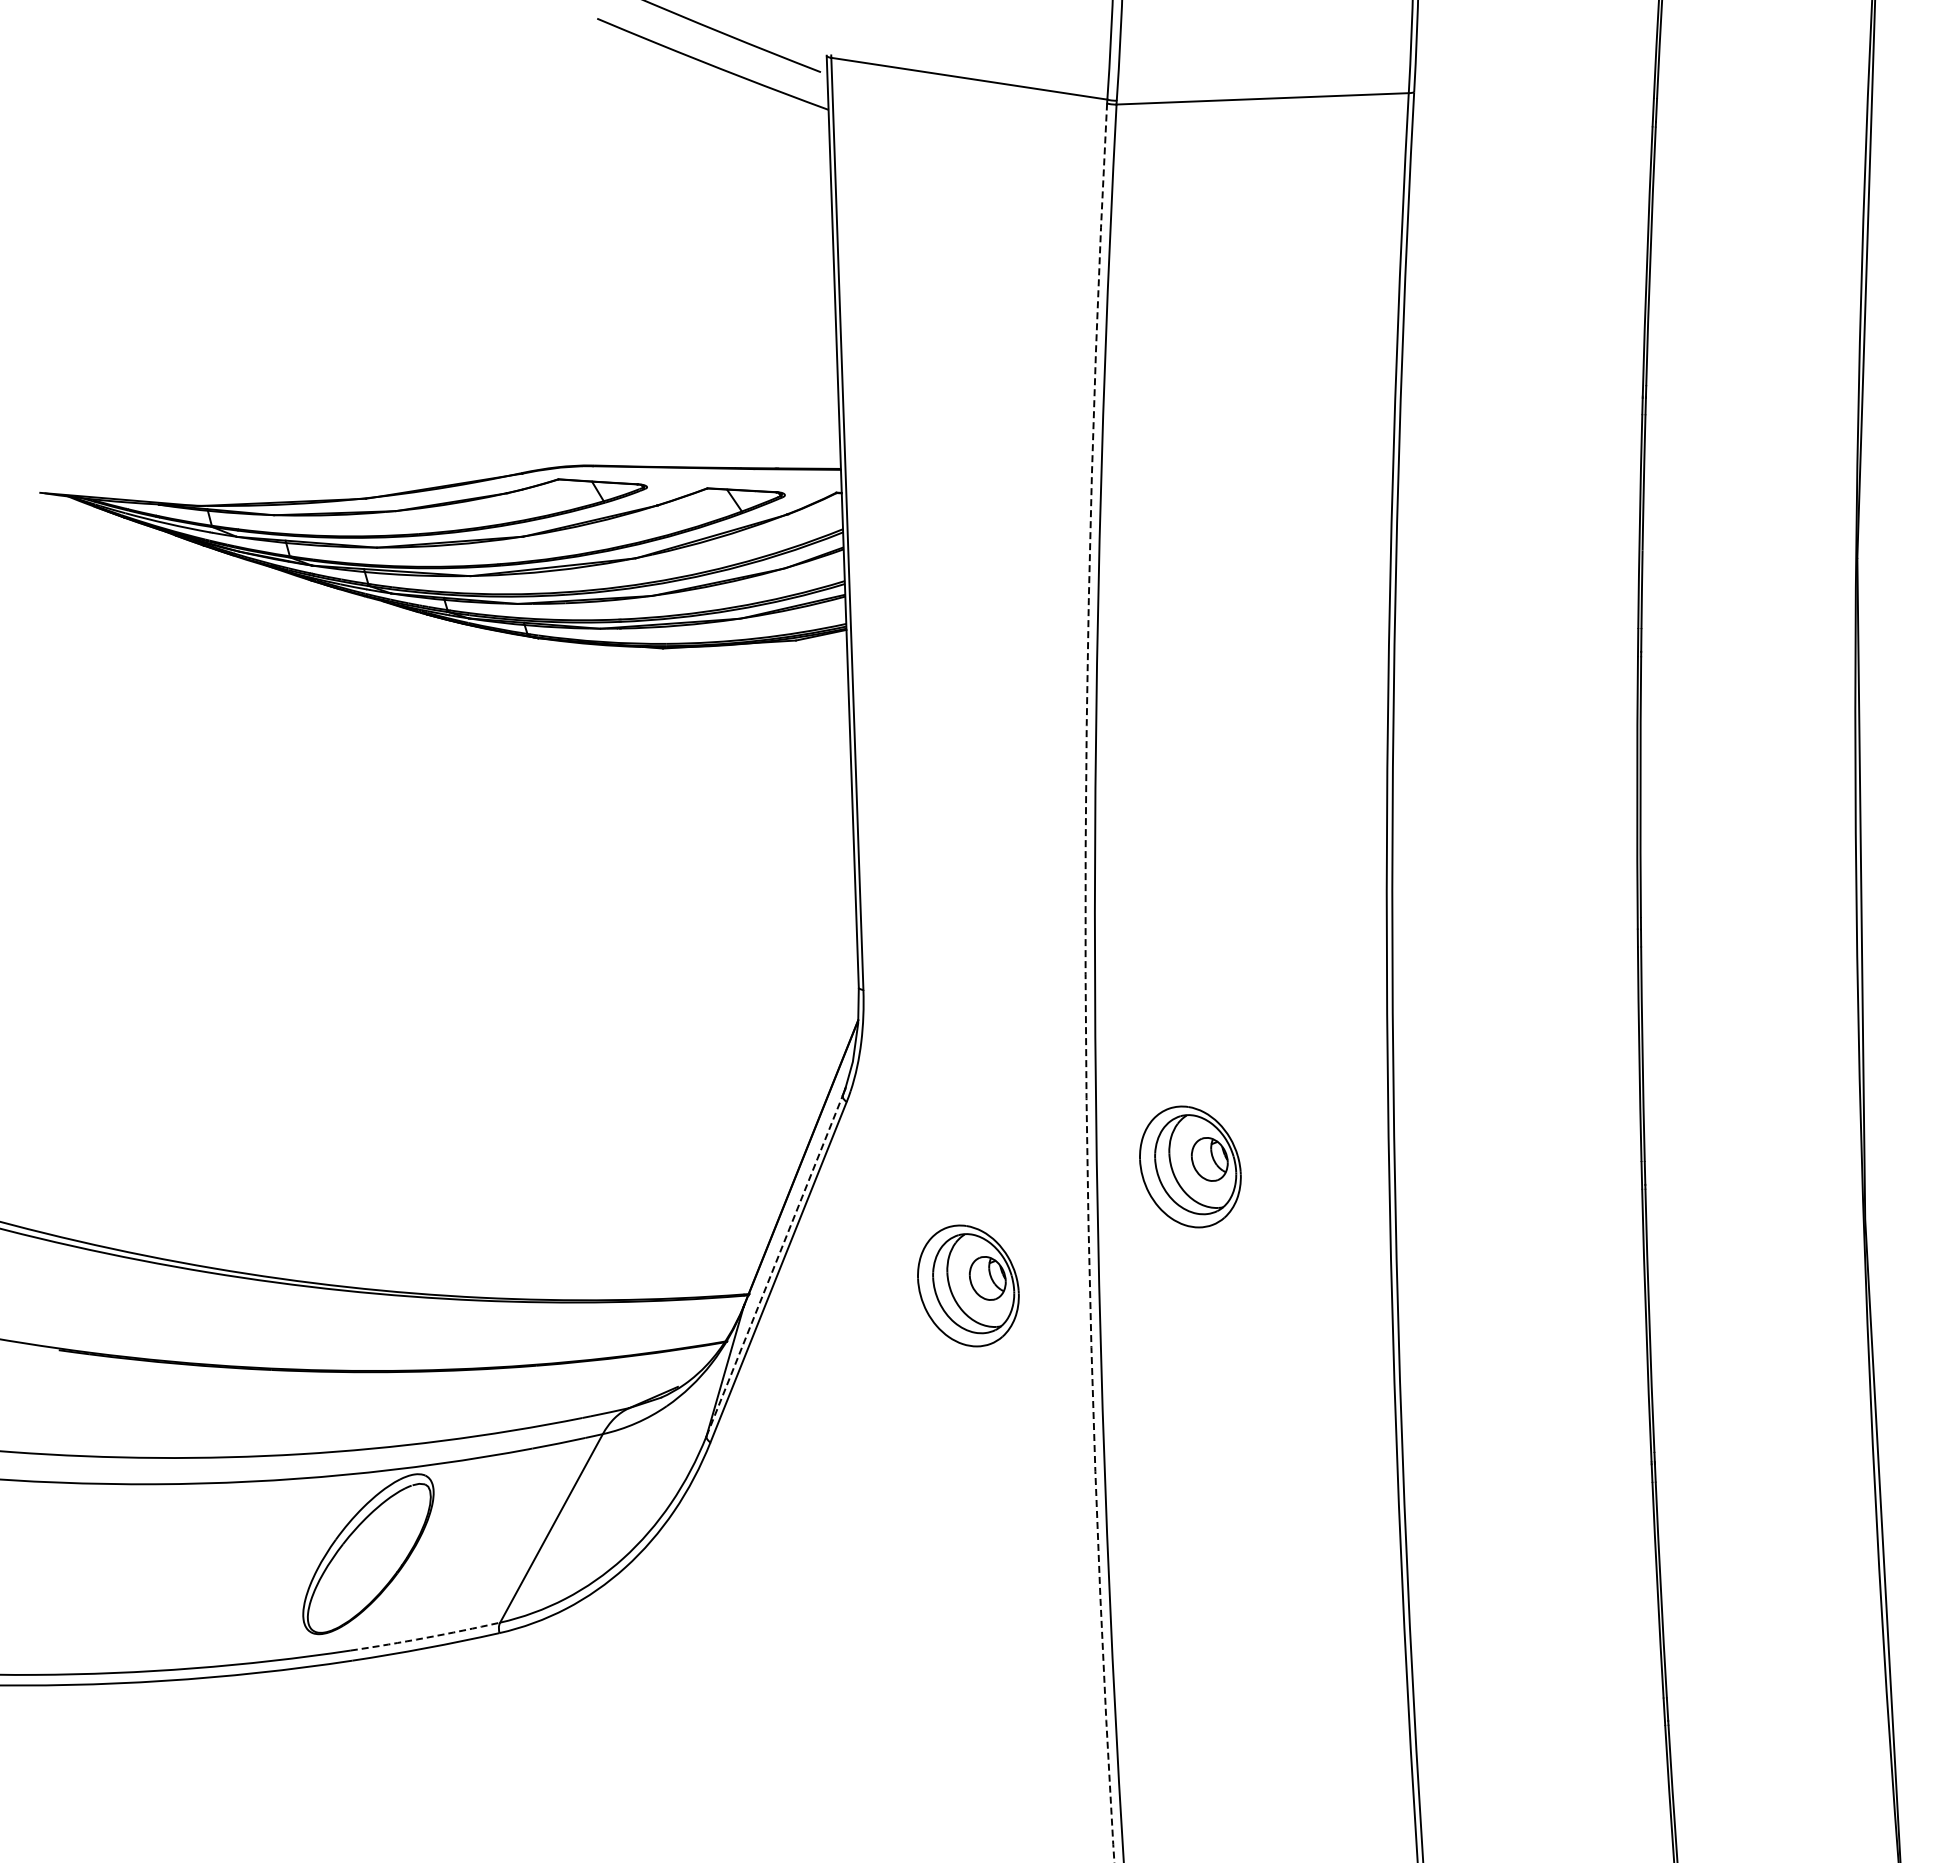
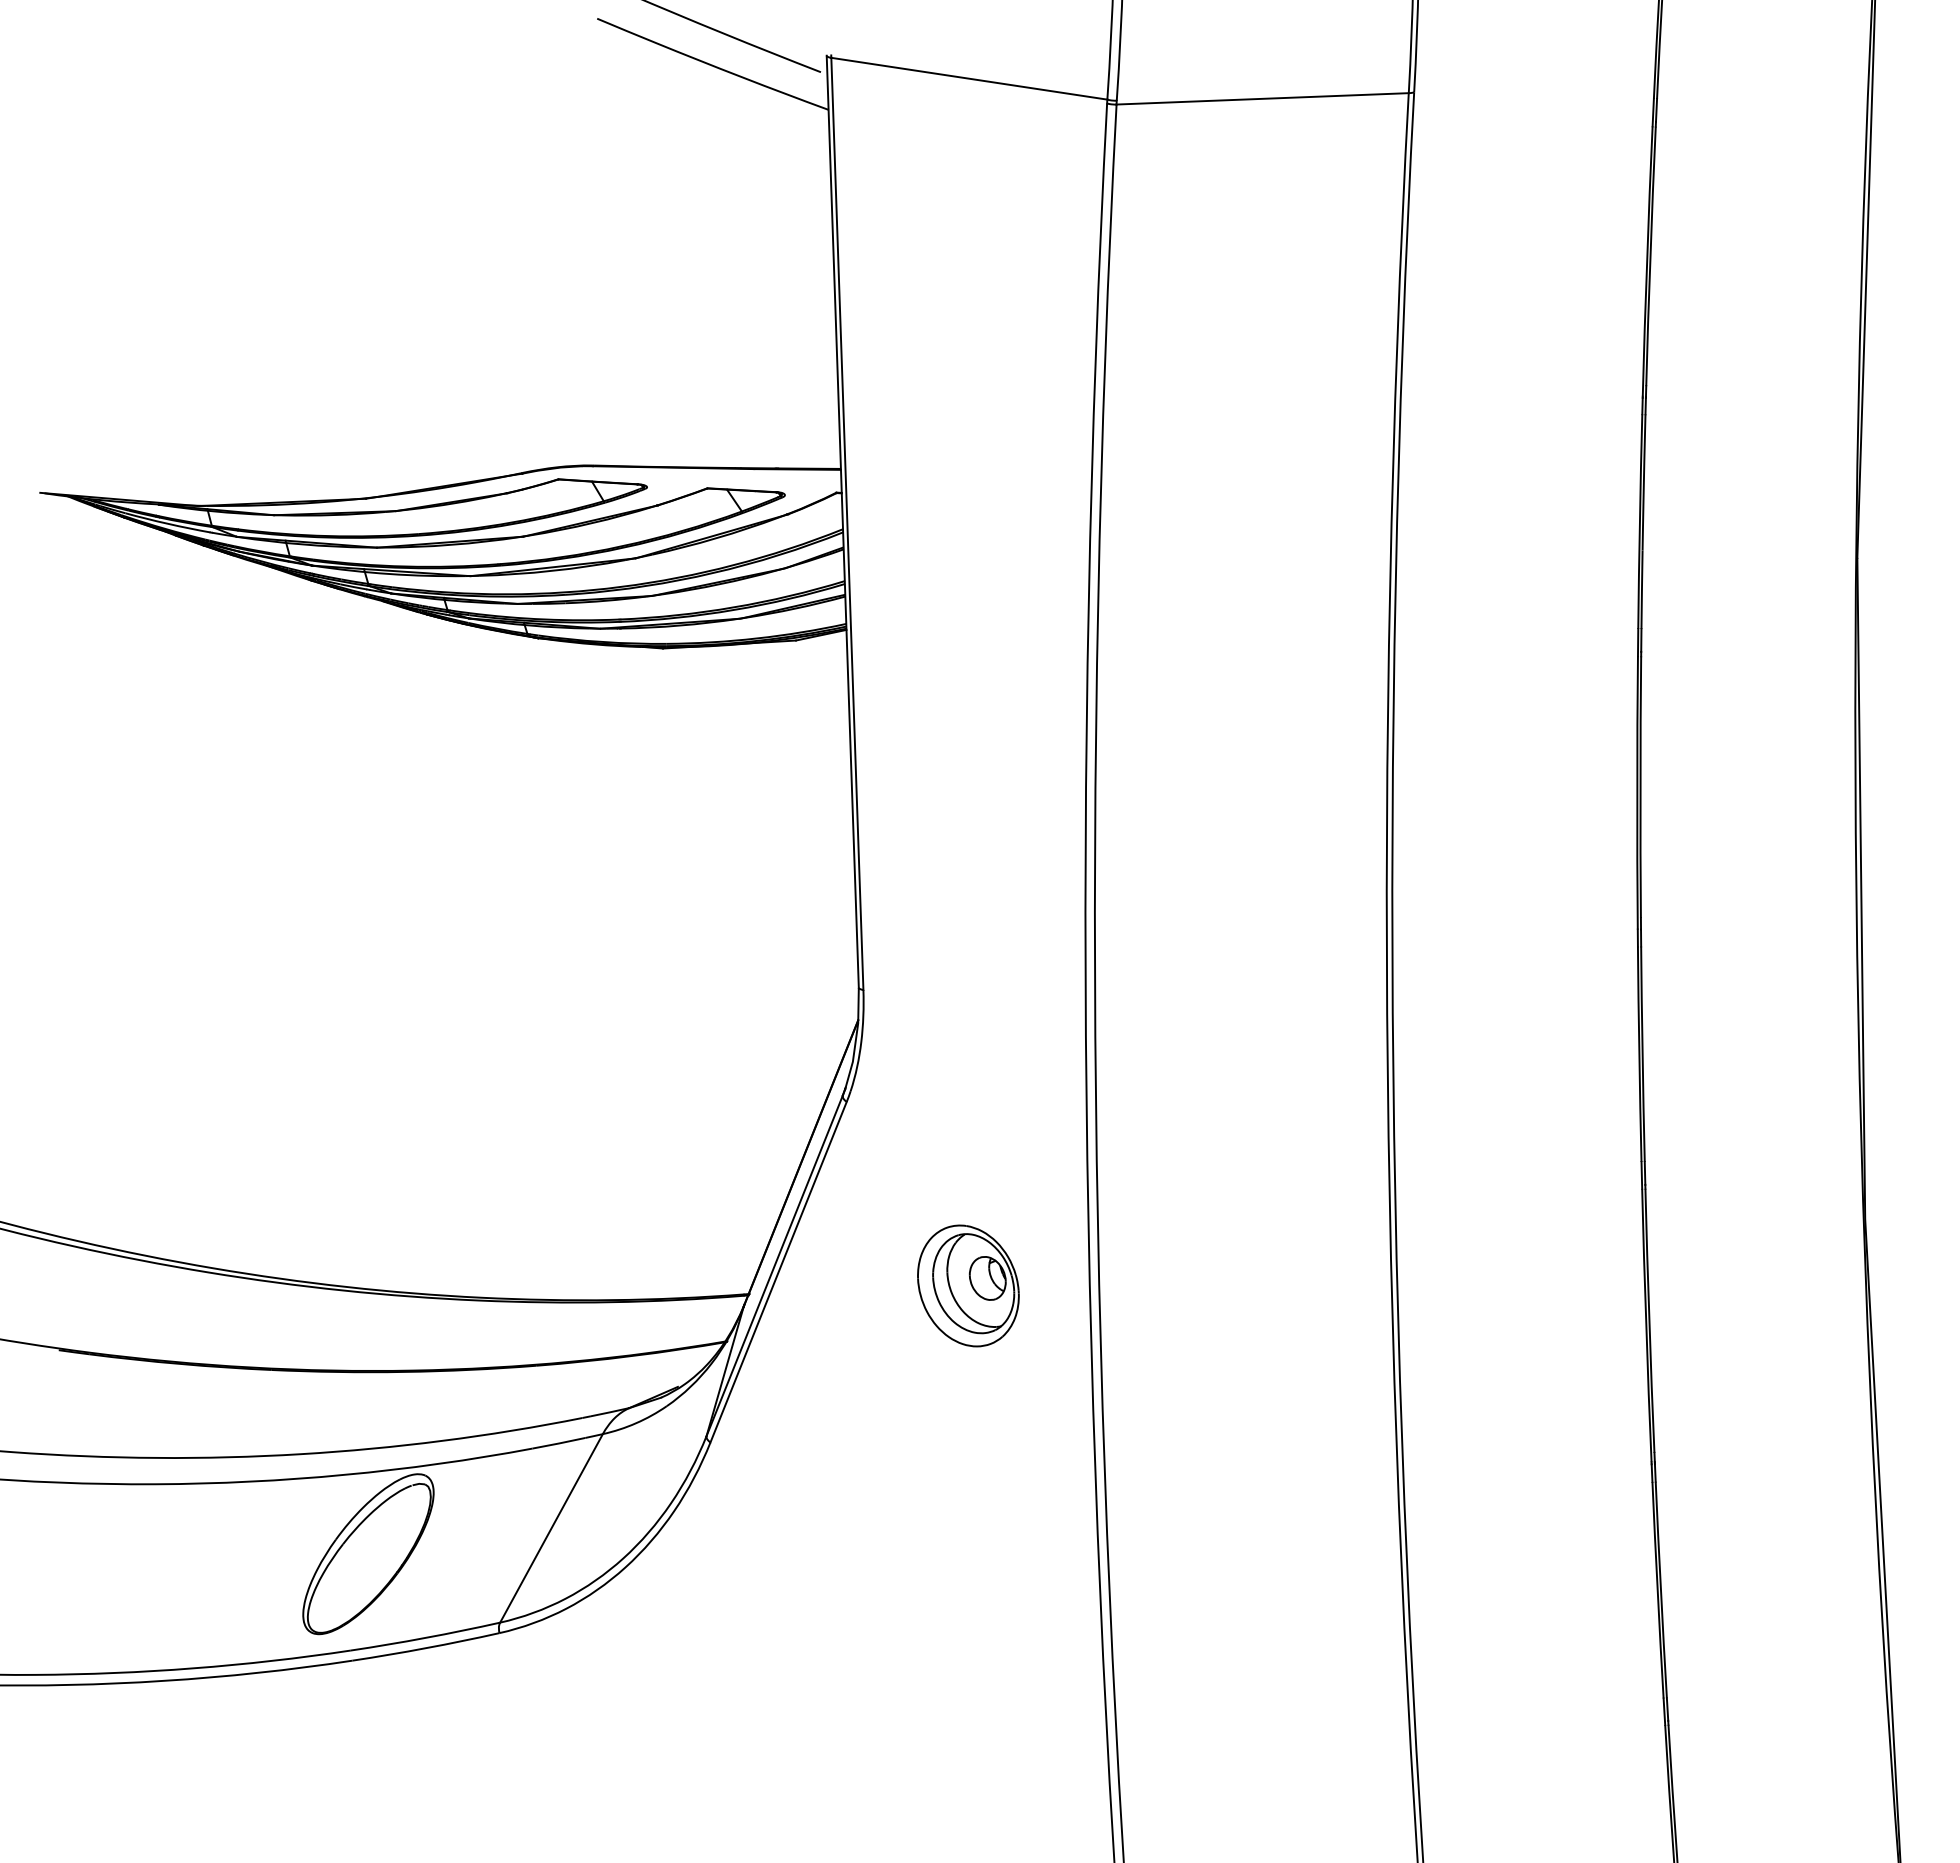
arc at (1085, 983): dashed -> solid
part at (1190, 1166): present -> none
line at (774, 1265): dashed -> solid
arc at (425, 1637): dashed -> solid
